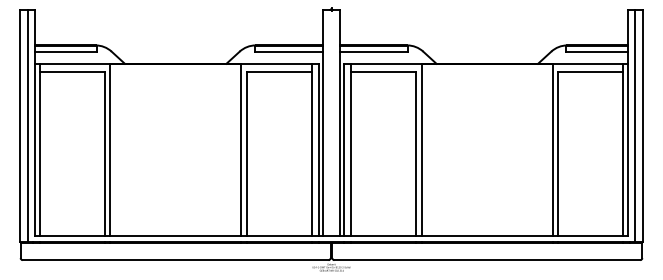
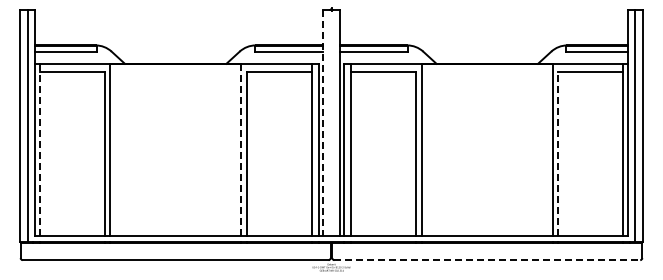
line at (323, 123): solid -> dashed
line at (39, 149): solid -> dashed
line at (241, 149): solid -> dashed
line at (558, 154): solid -> dashed
line at (487, 260): solid -> dashed
